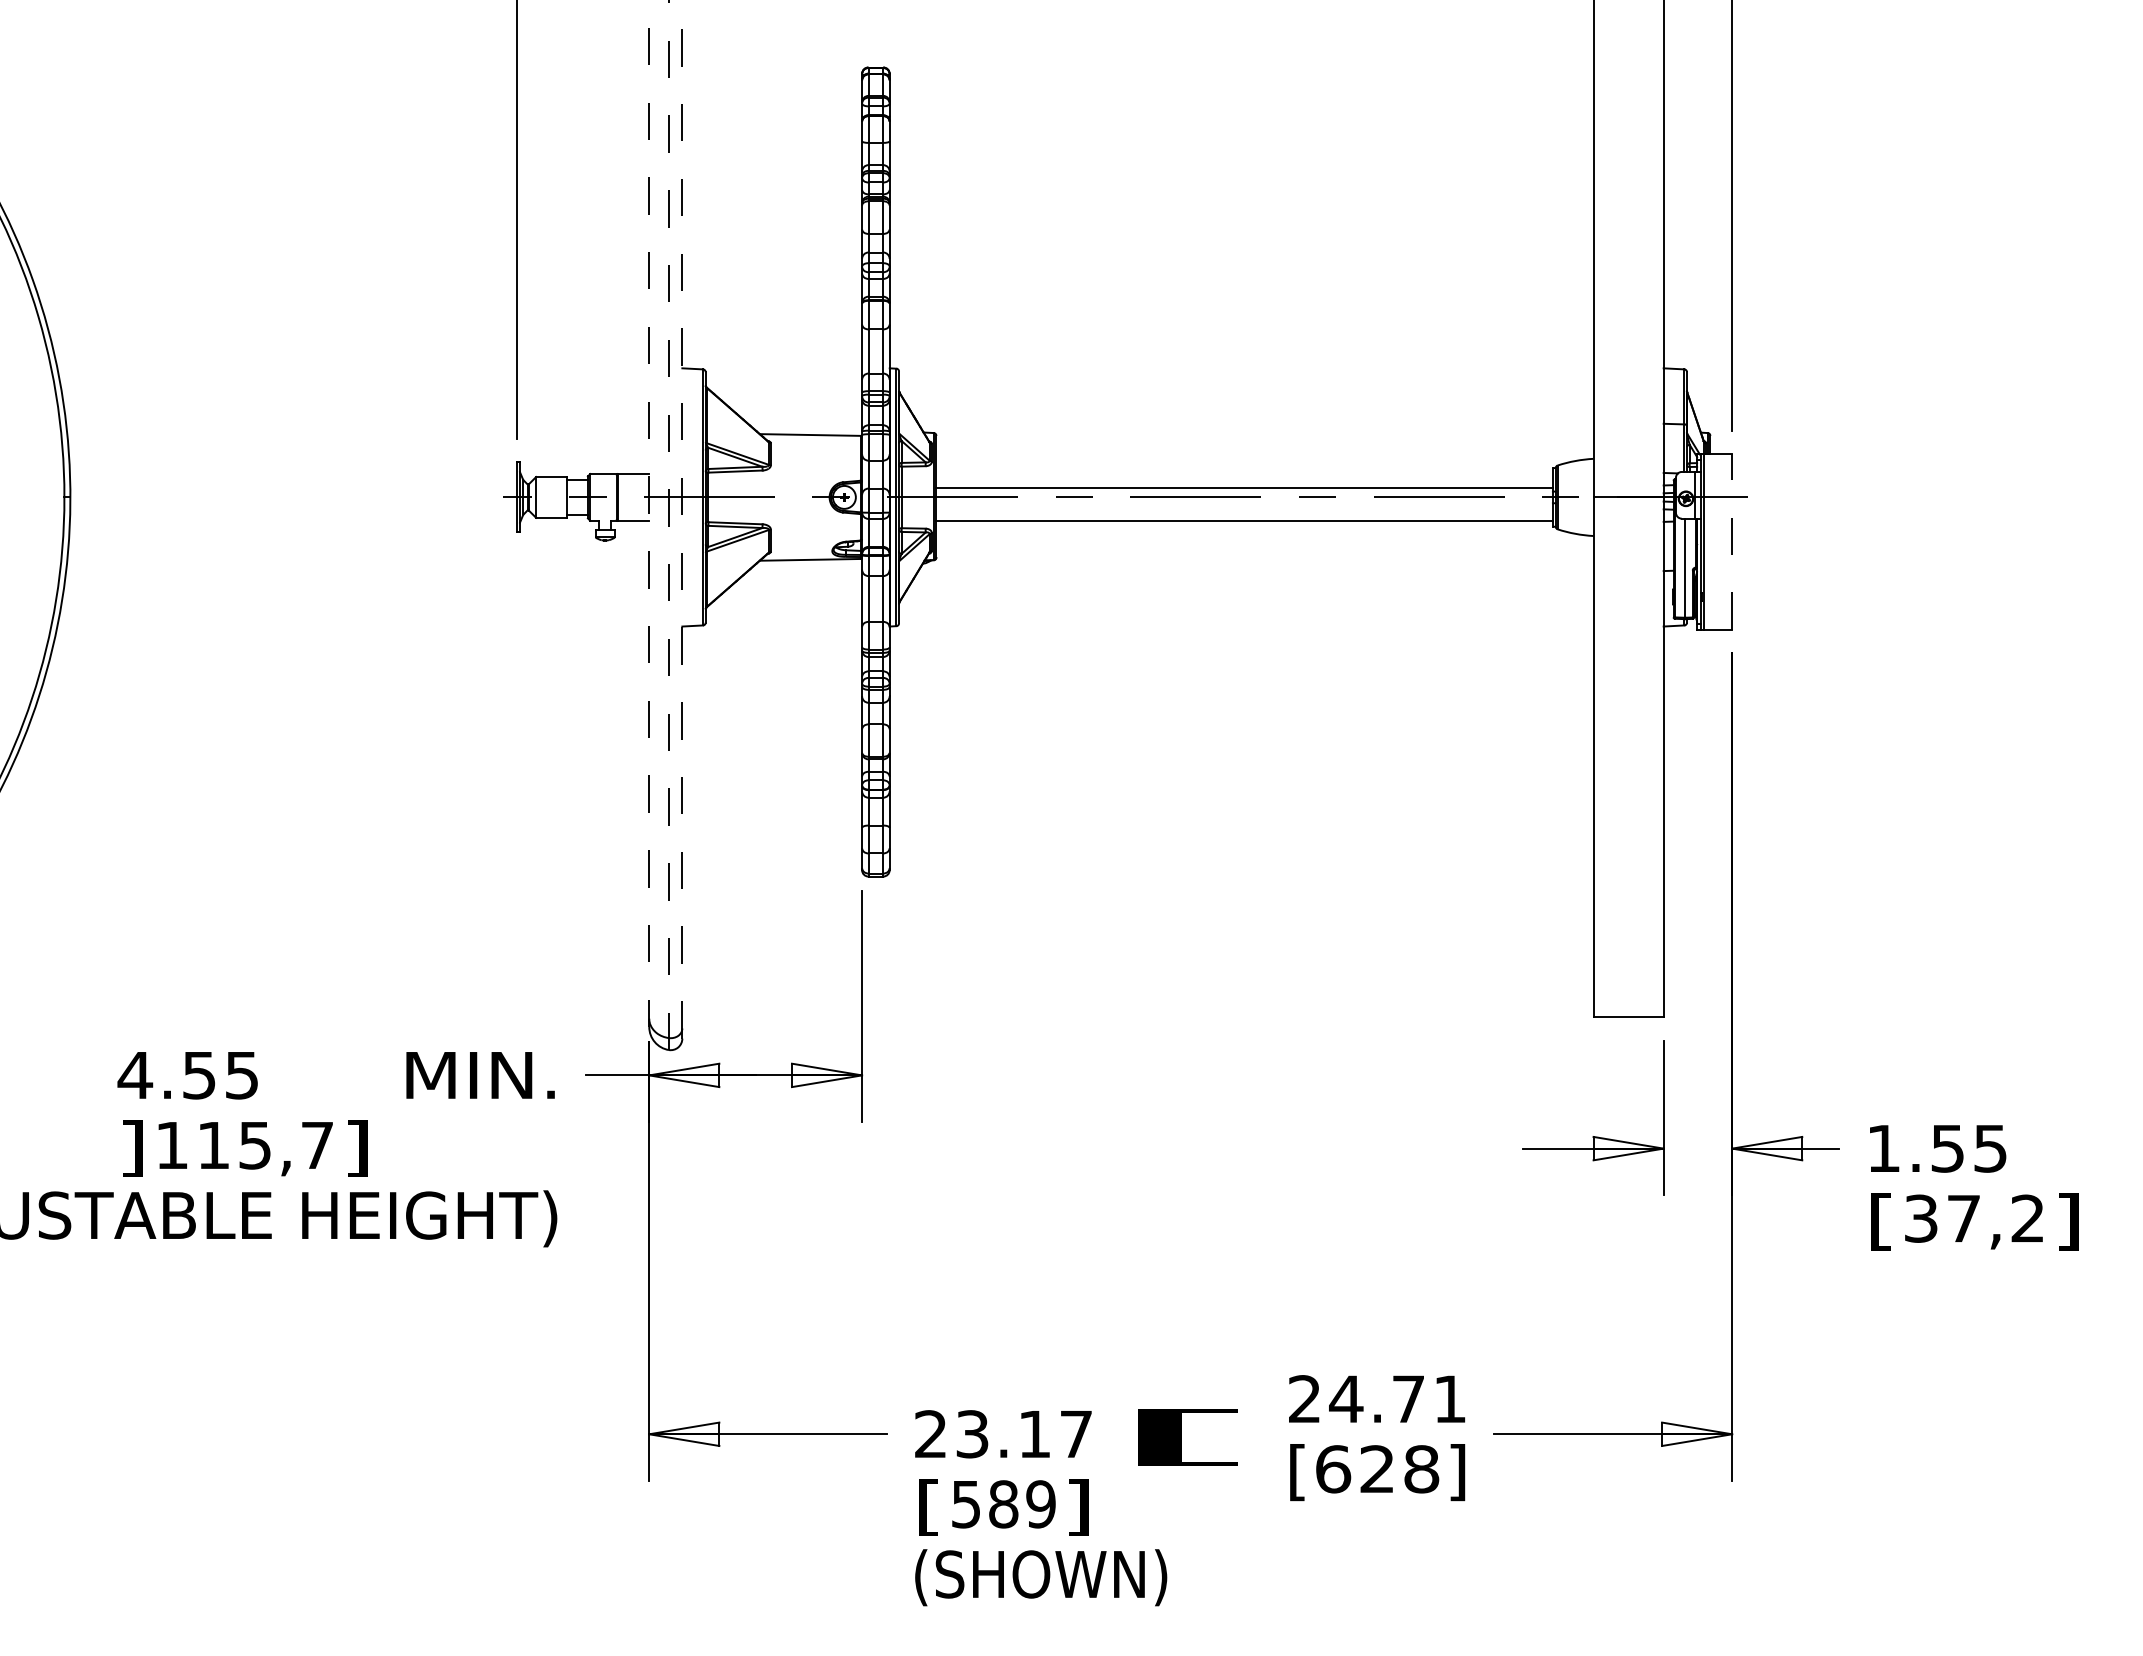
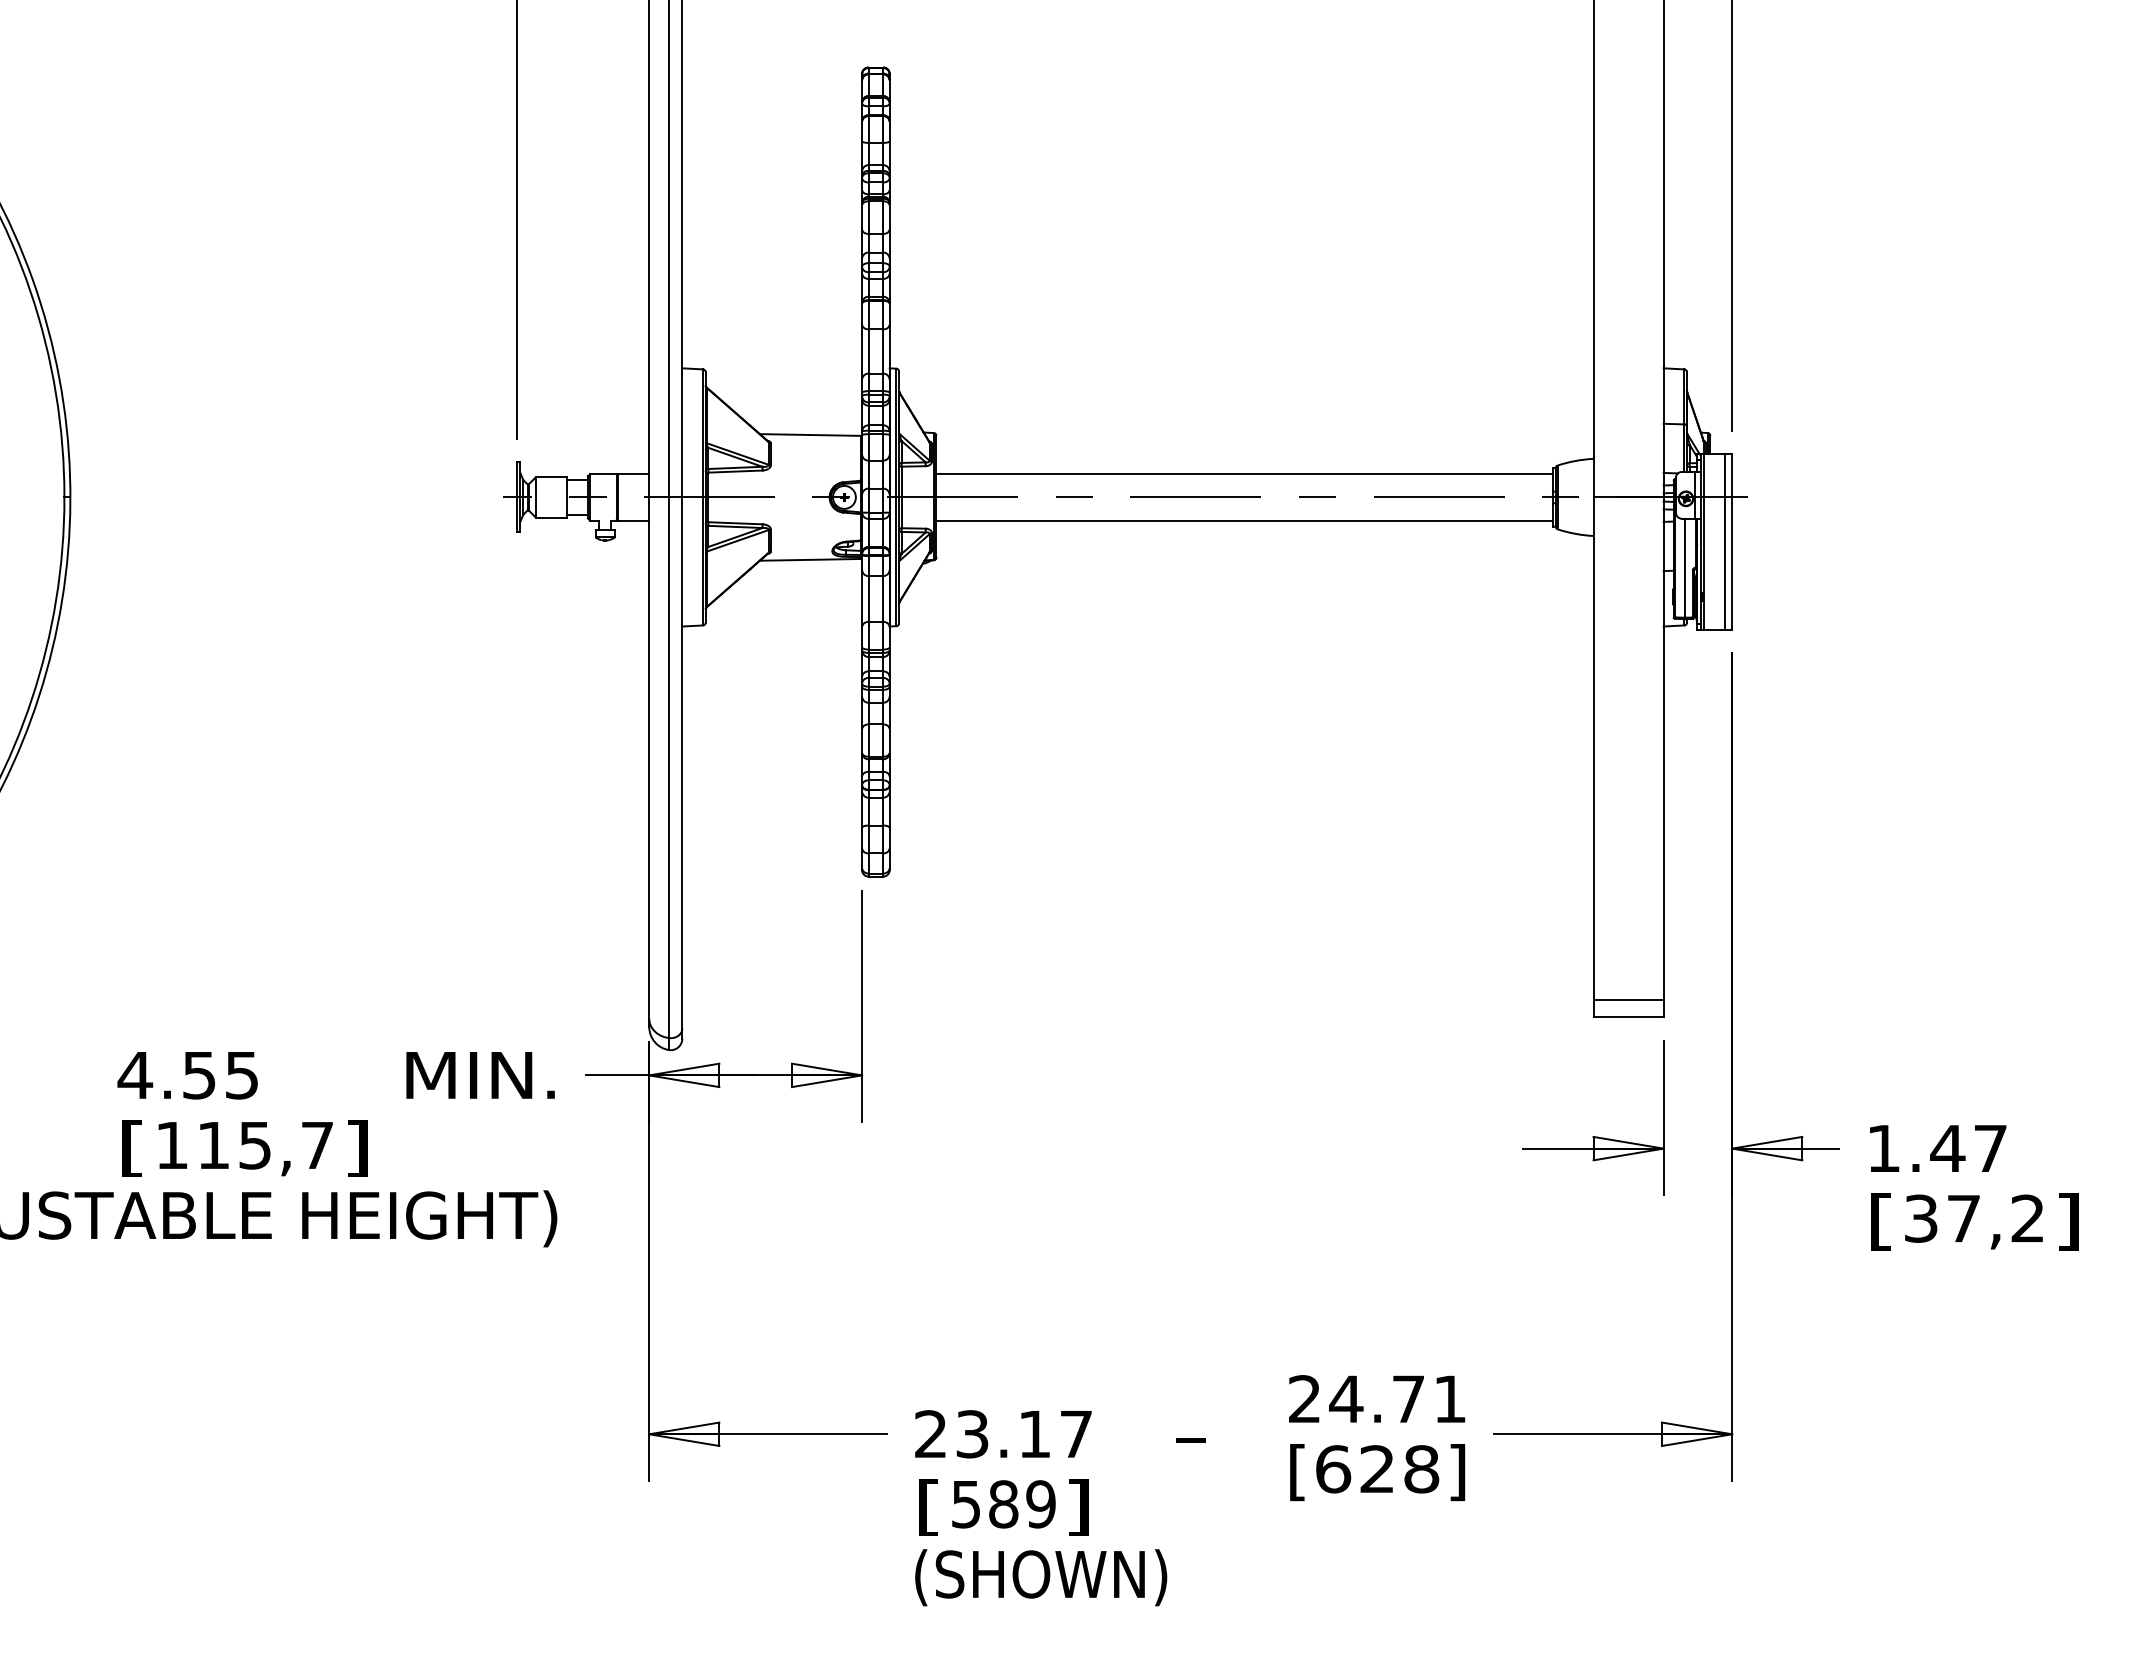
line at (1244, 488) position: (1244, 488) -> (1244, 474)
line at (649, 514): dashed -> solid
line at (682, 519): dashed -> solid
line at (668, 525): dashed -> solid
line at (1725, 541): none -> present
line at (1732, 542): dashed -> solid
line at (1628, 1000): none -> present
text at (132, 1148): ] -> [
text at (1968, 1148): 1.55 -> 1.47
text at (1187, 1437): [ -> -
